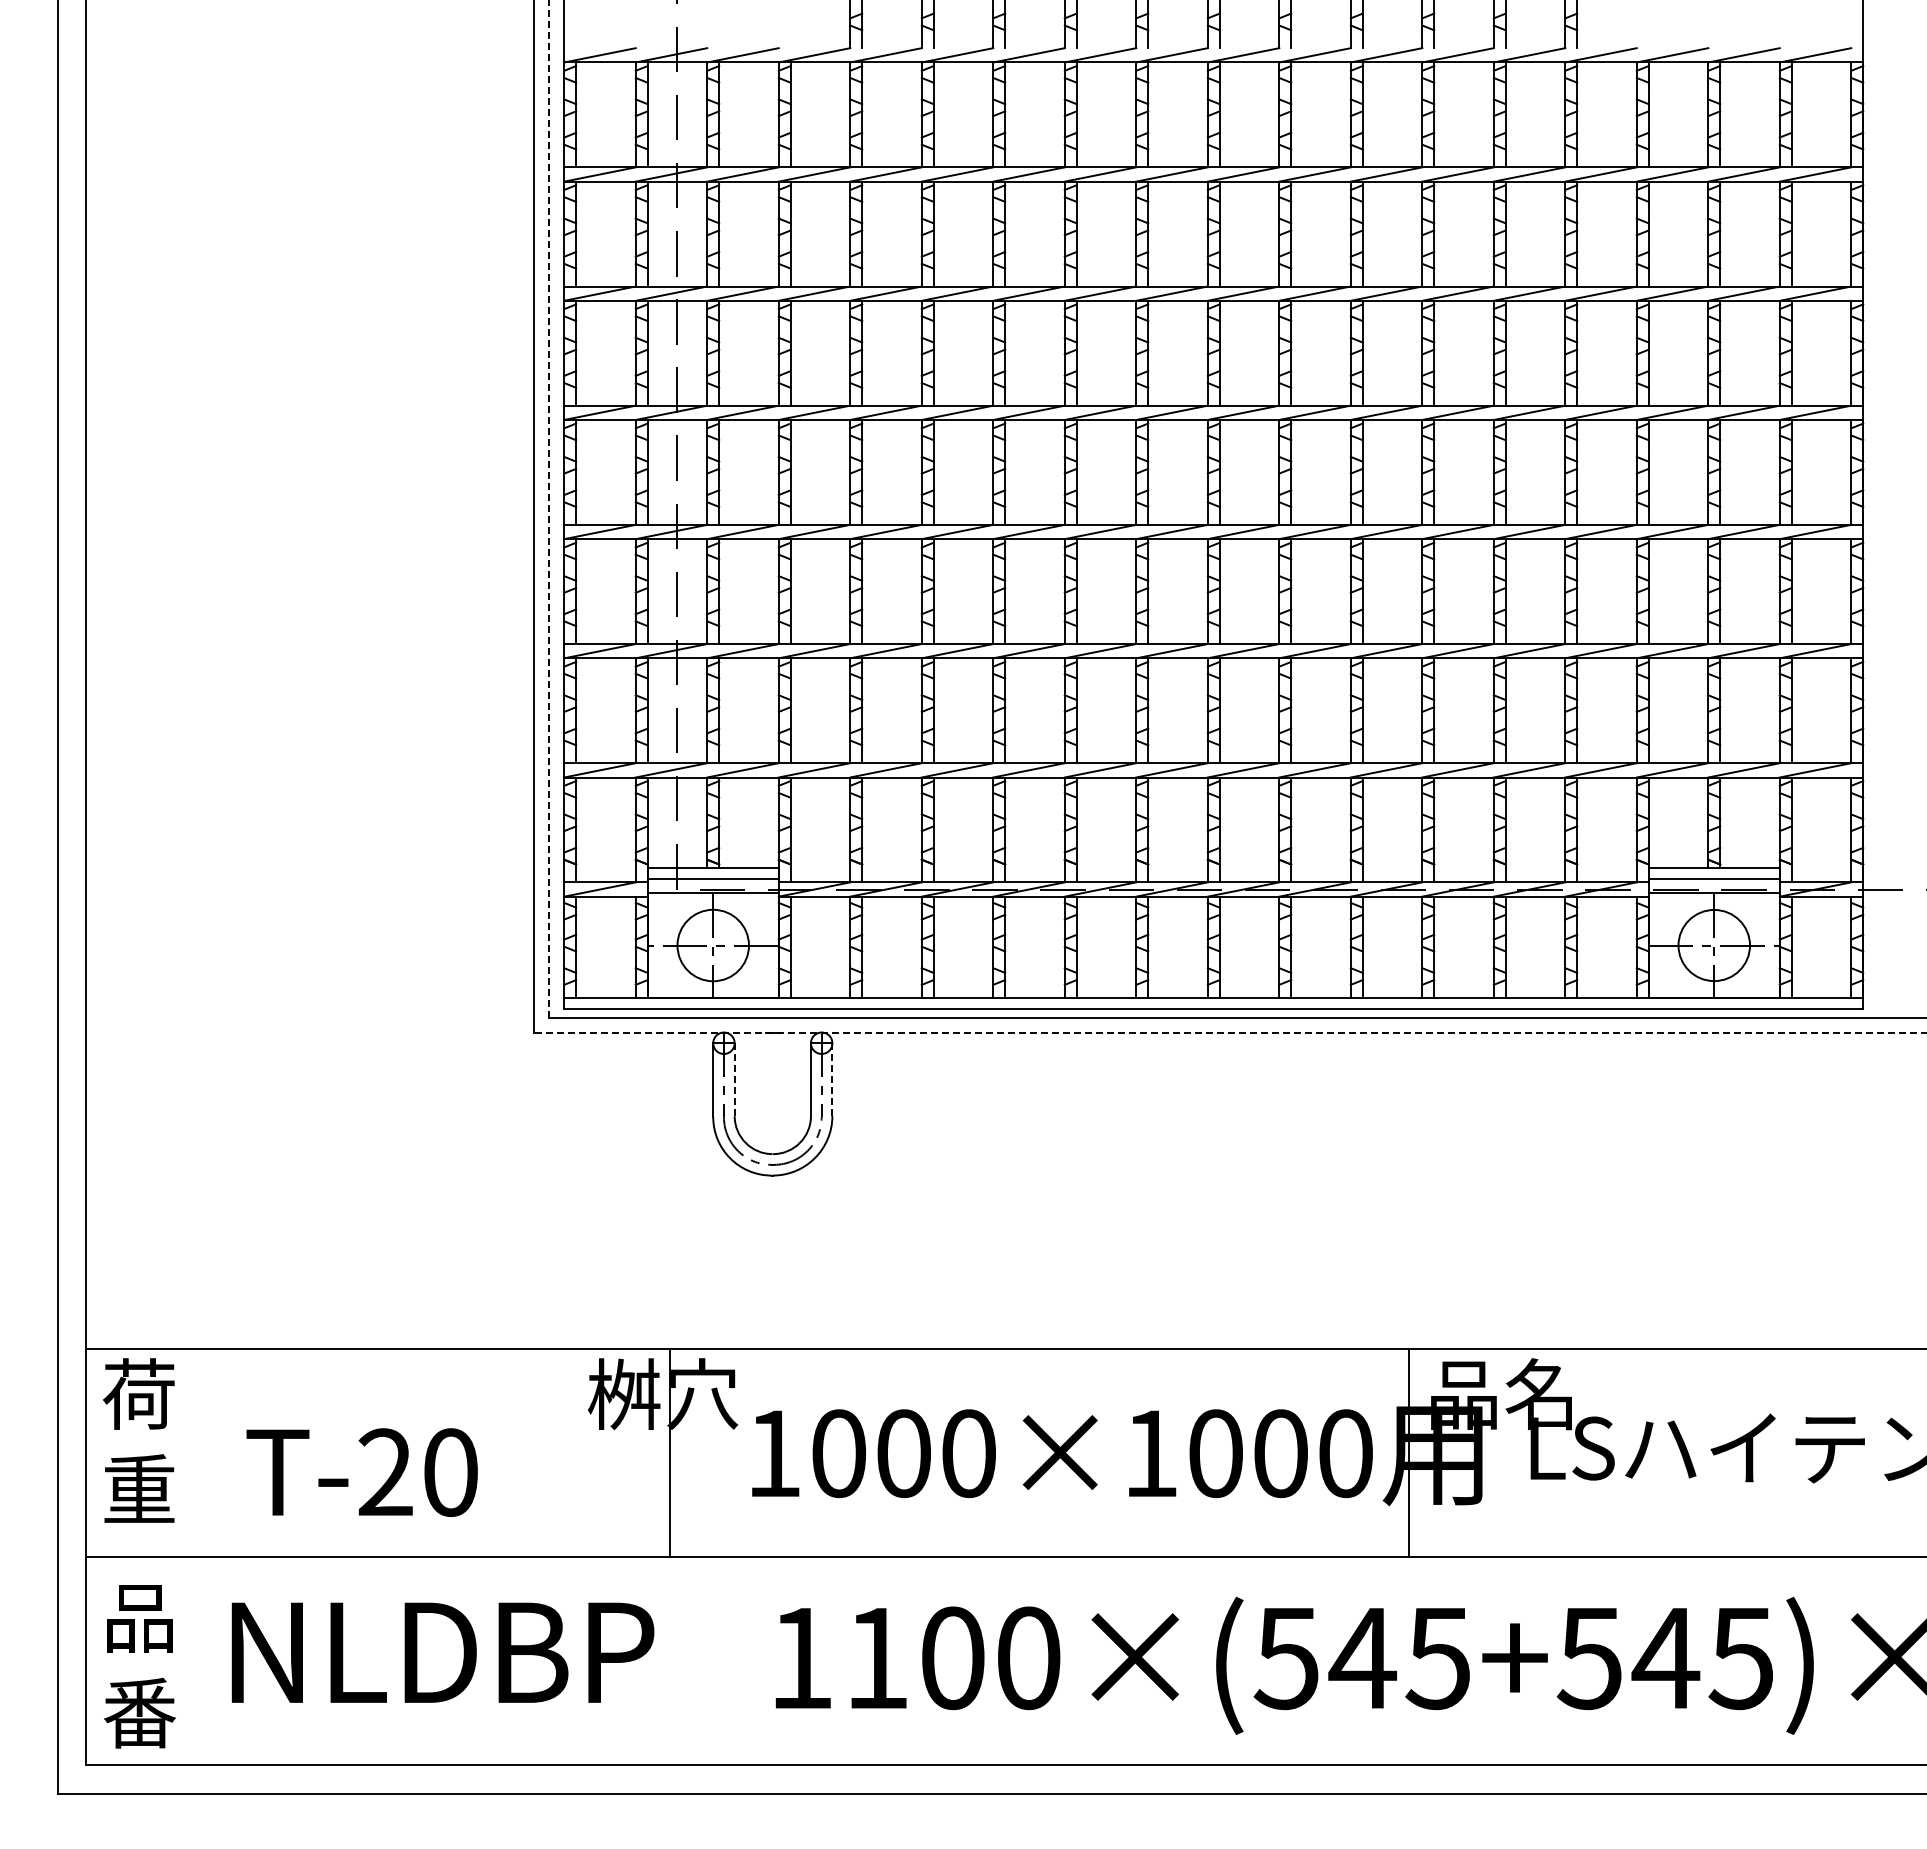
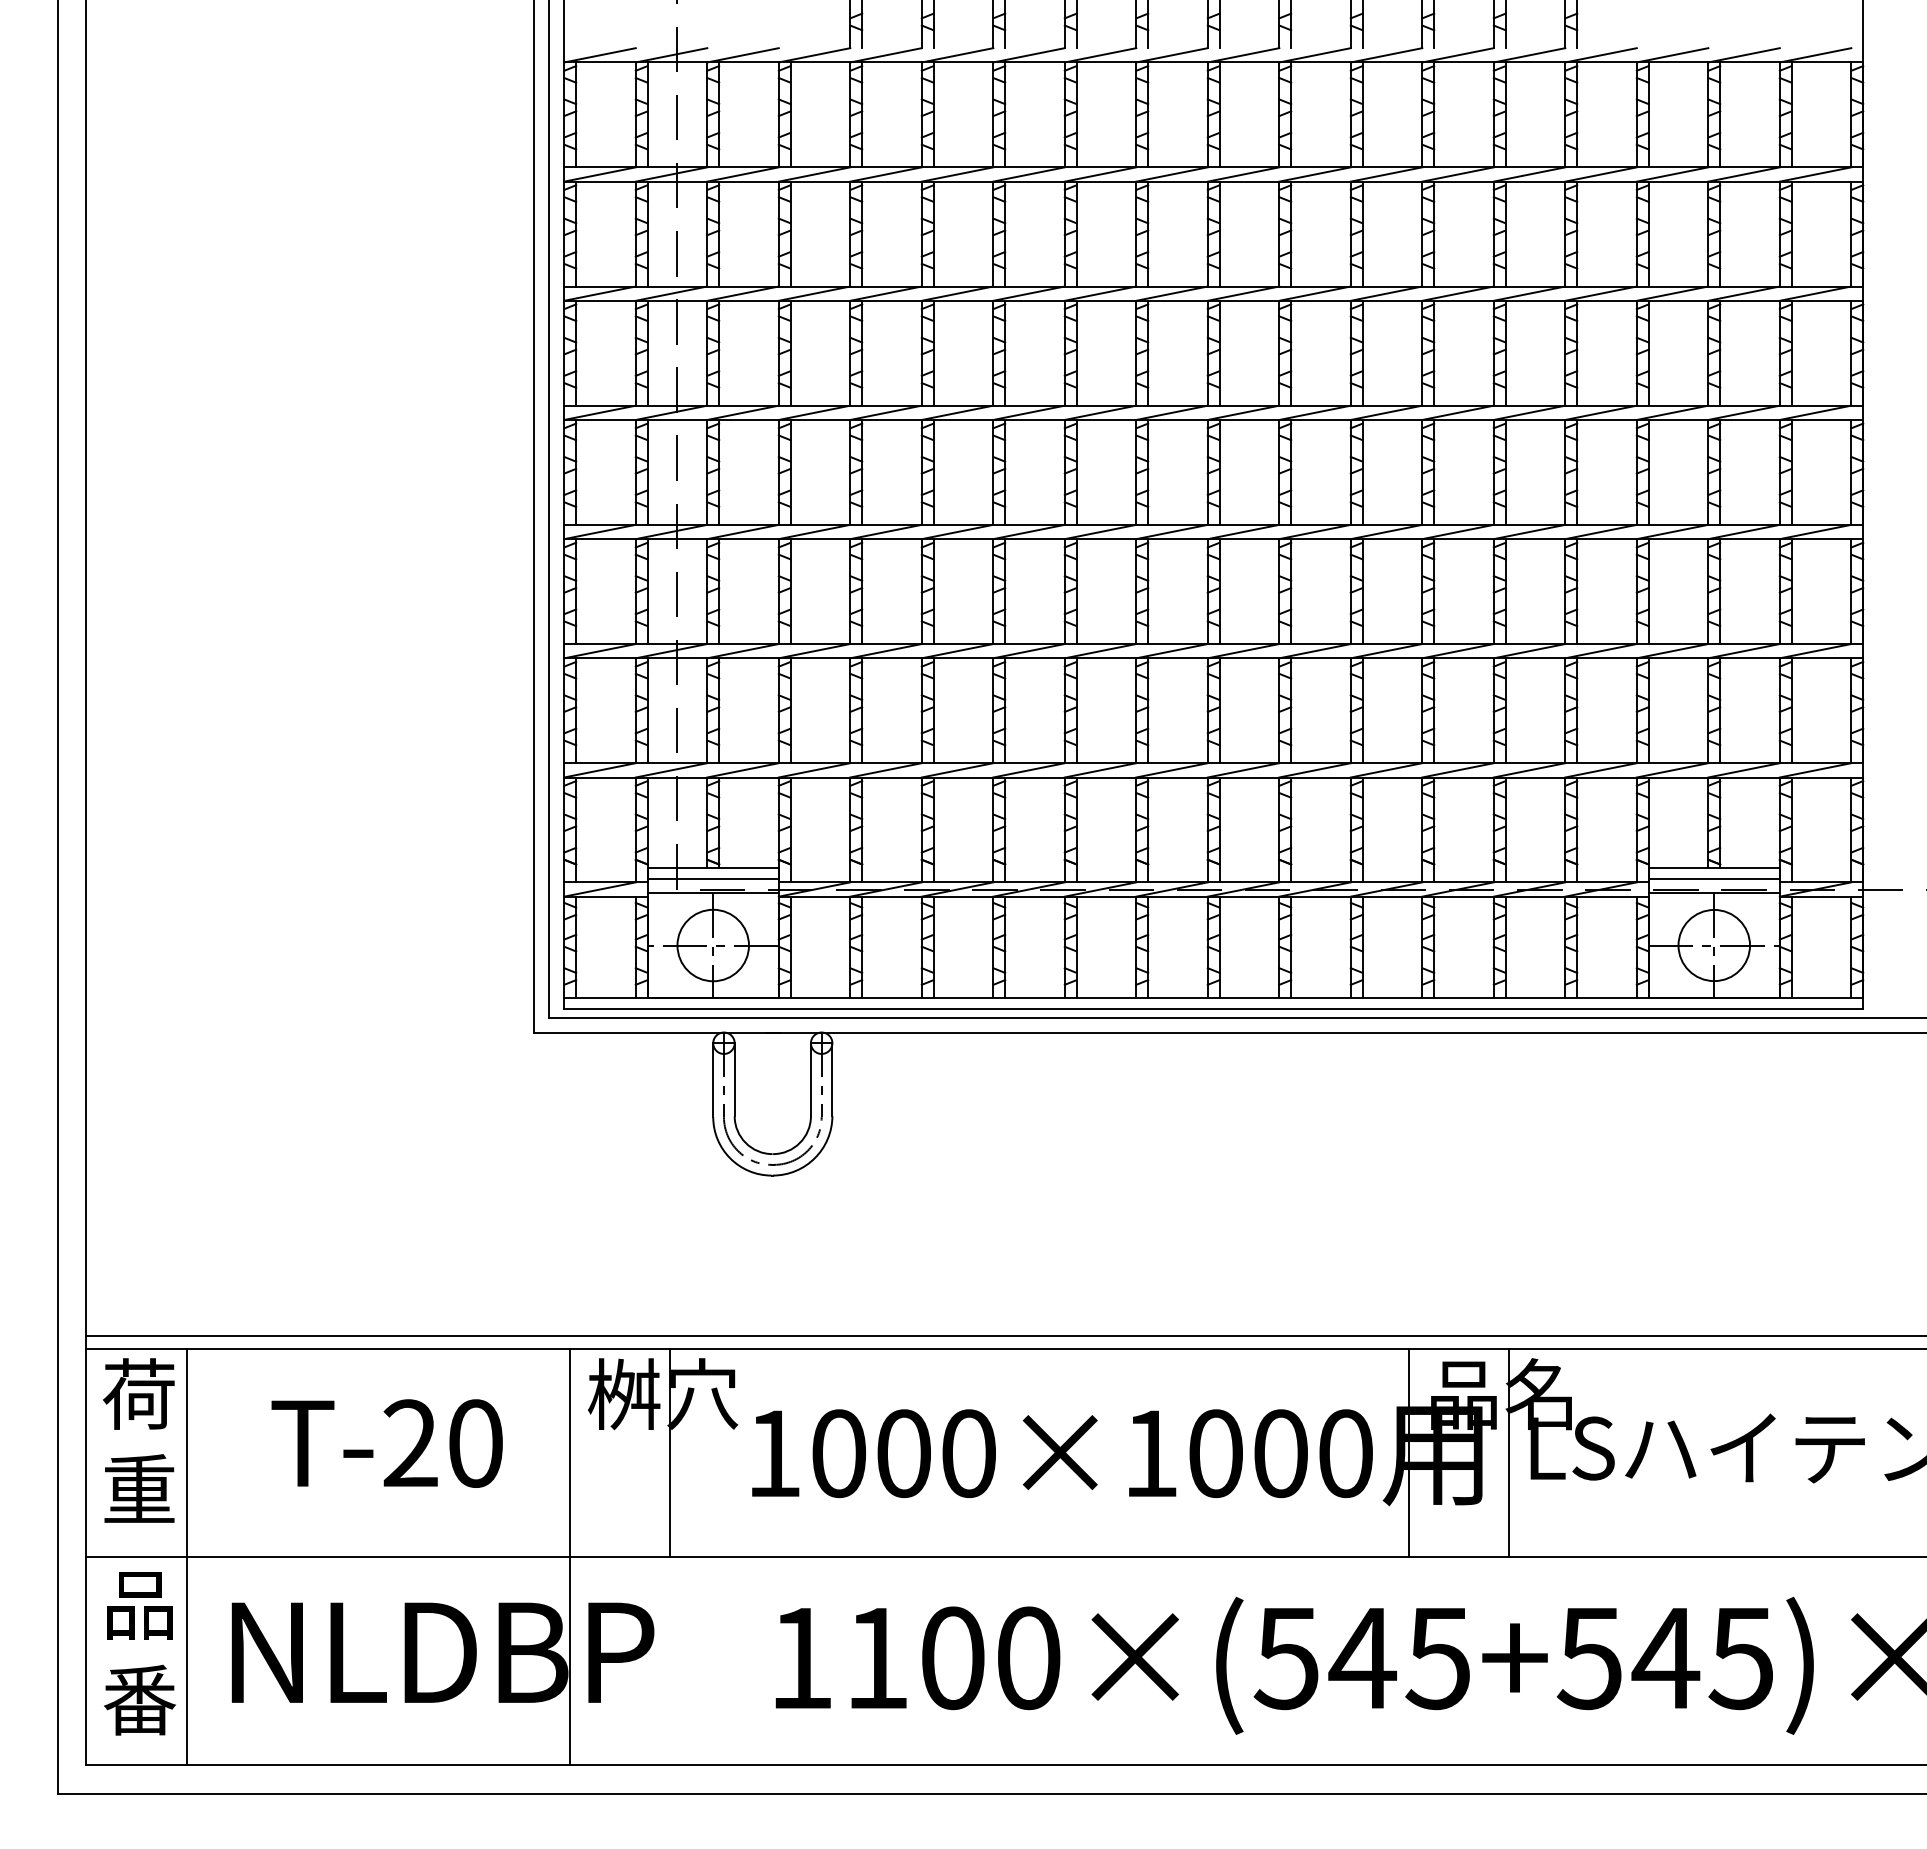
line at (548, 509): dashed -> solid
line at (1230, 1032): dashed -> solid
line at (734, 1080): dashed -> solid
line at (832, 1080): dashed -> solid
line at (1004, 1335): none -> present
line at (1509, 1453): none -> present
text at (361, 1472) position: (361, 1472) -> (386, 1443)
line at (186, 1557): none -> present
line at (570, 1557): none -> present
text at (139, 1666) position: (139, 1666) -> (139, 1653)
